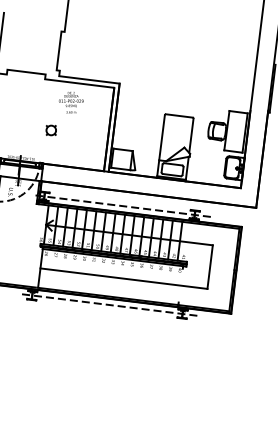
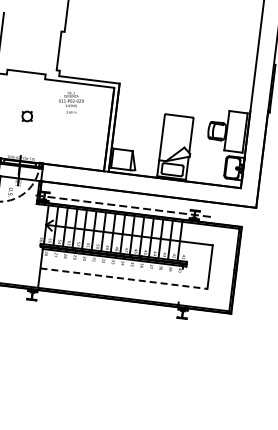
part at (50, 130) position: (50, 130) -> (26, 116)
line at (124, 278): solid -> dashed
line at (108, 304): present -> none
